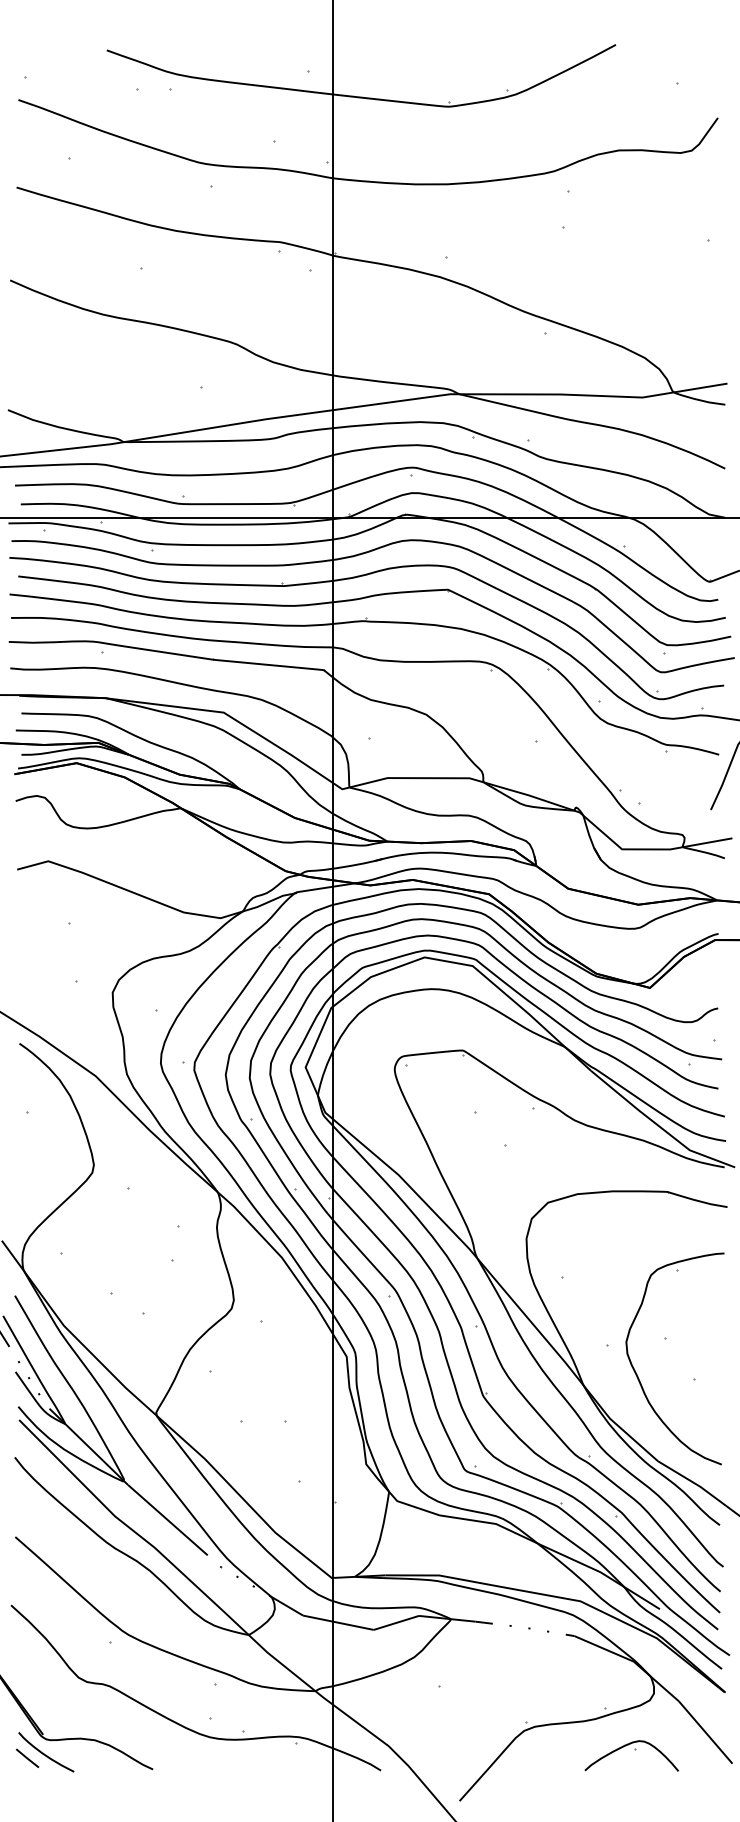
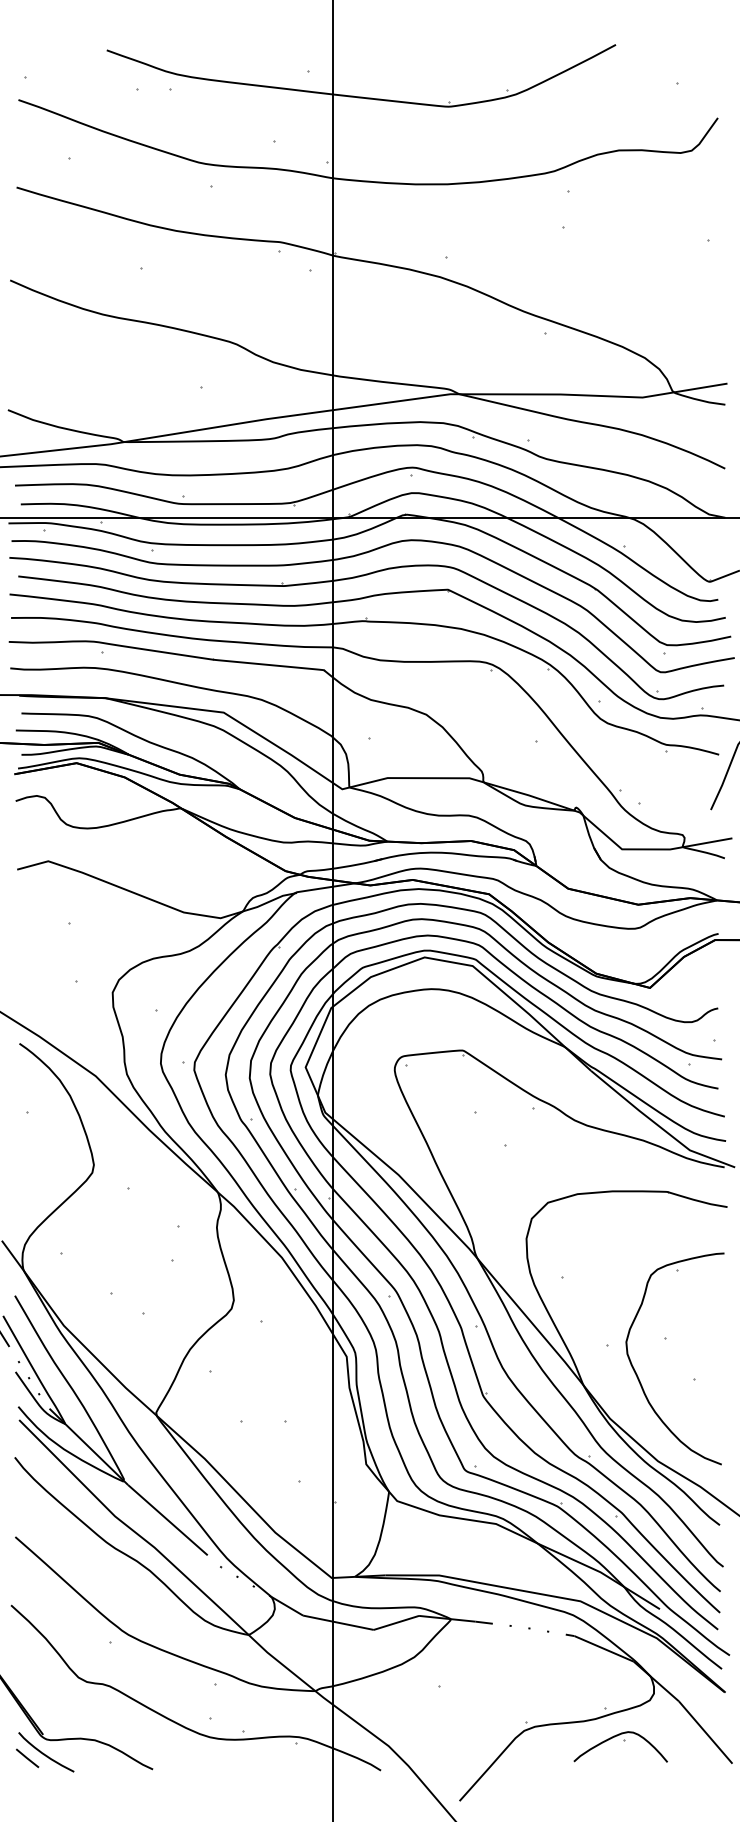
part at (635, 1750) position: (635, 1750) -> (624, 1741)
